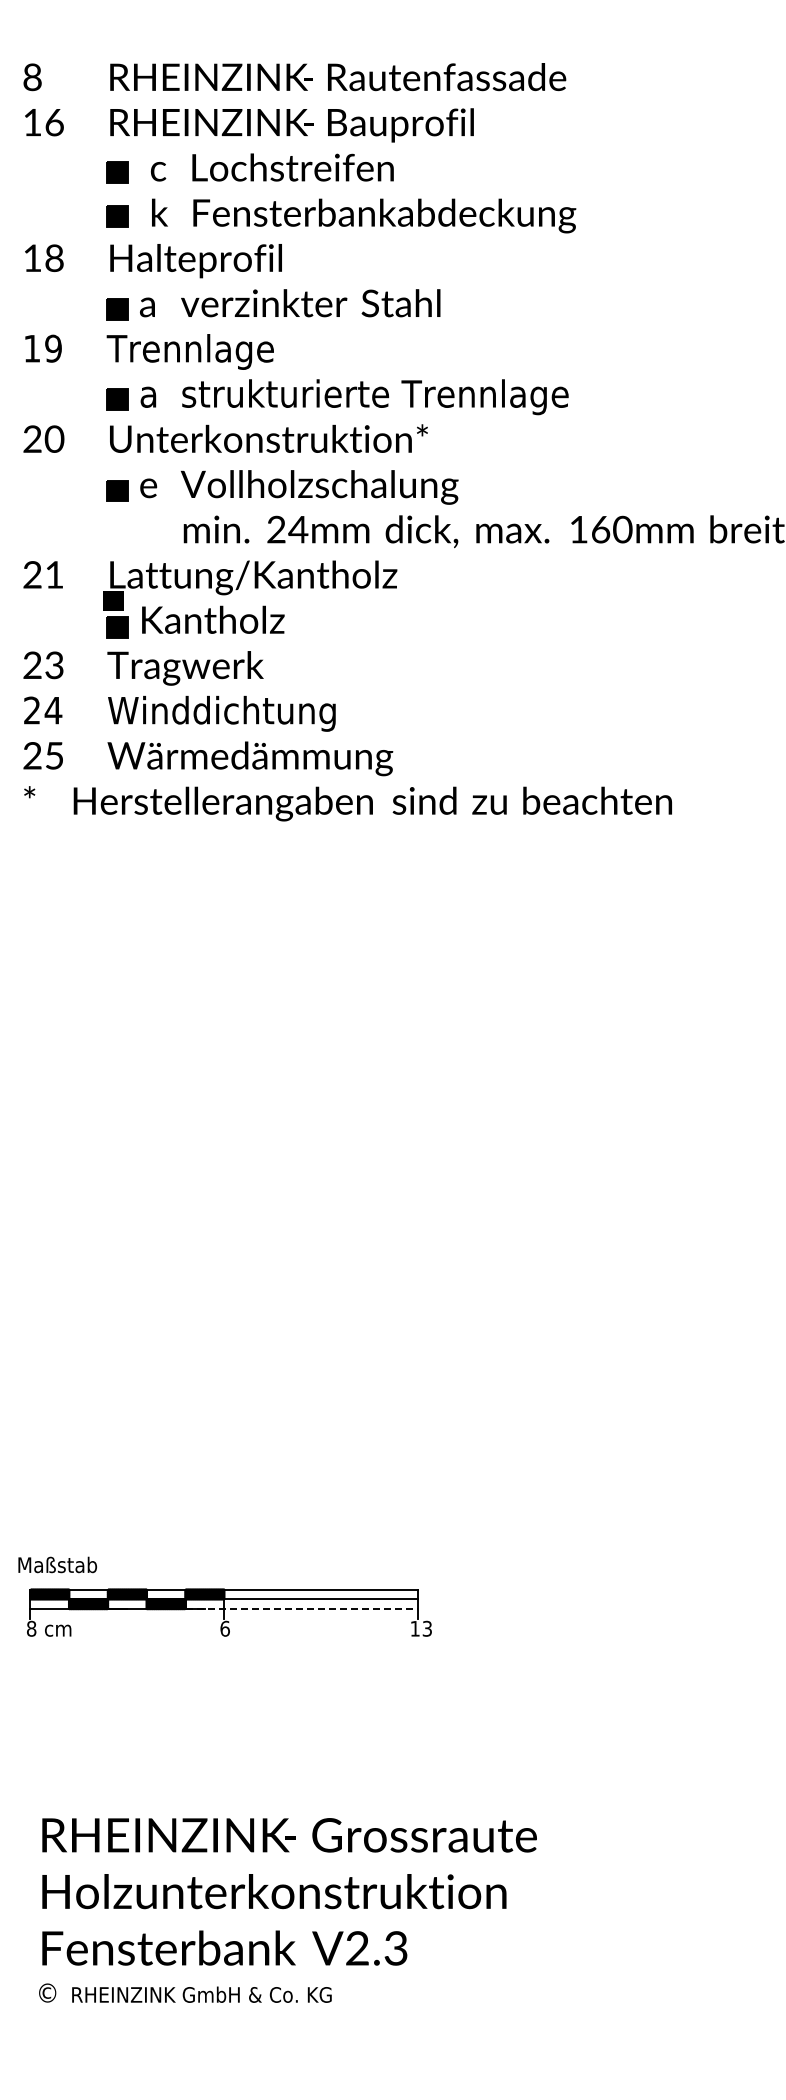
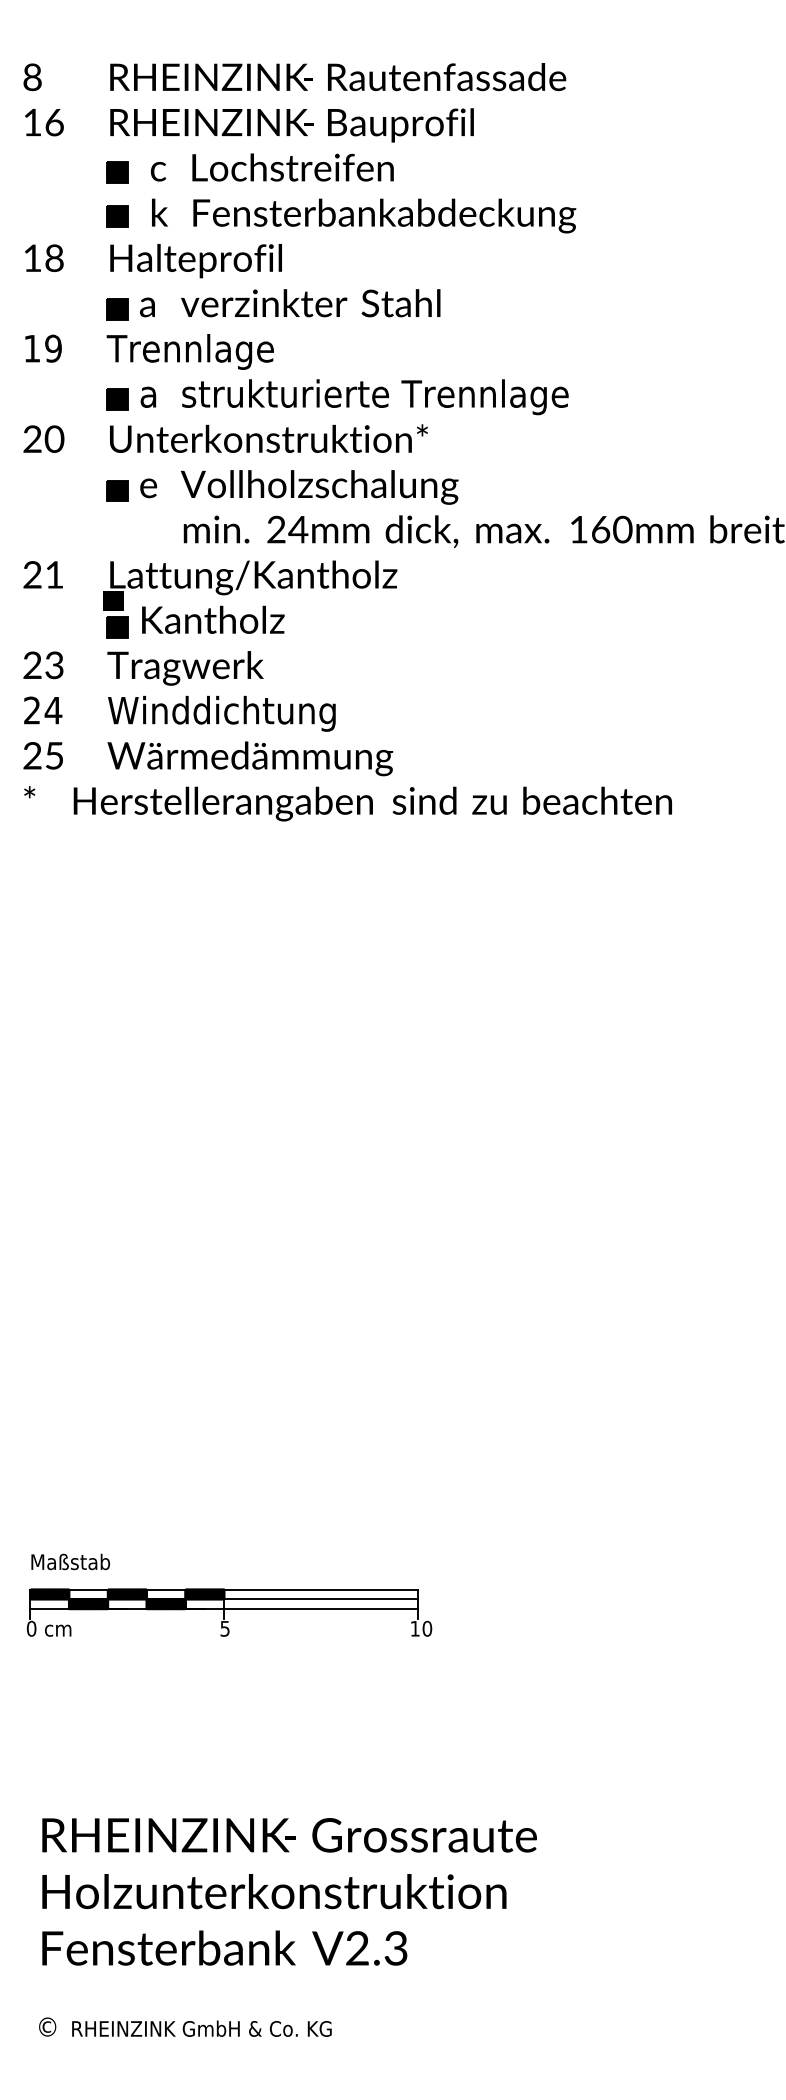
text at (57, 1564) position: (57, 1564) -> (70, 1561)
line at (302, 1609): dashed -> solid
text at (31, 1628): 8 -> 0
text at (224, 1628): 6 -> 5
text at (427, 1628): 13 -> 10
text at (185, 1992) position: (185, 1992) -> (185, 2026)
